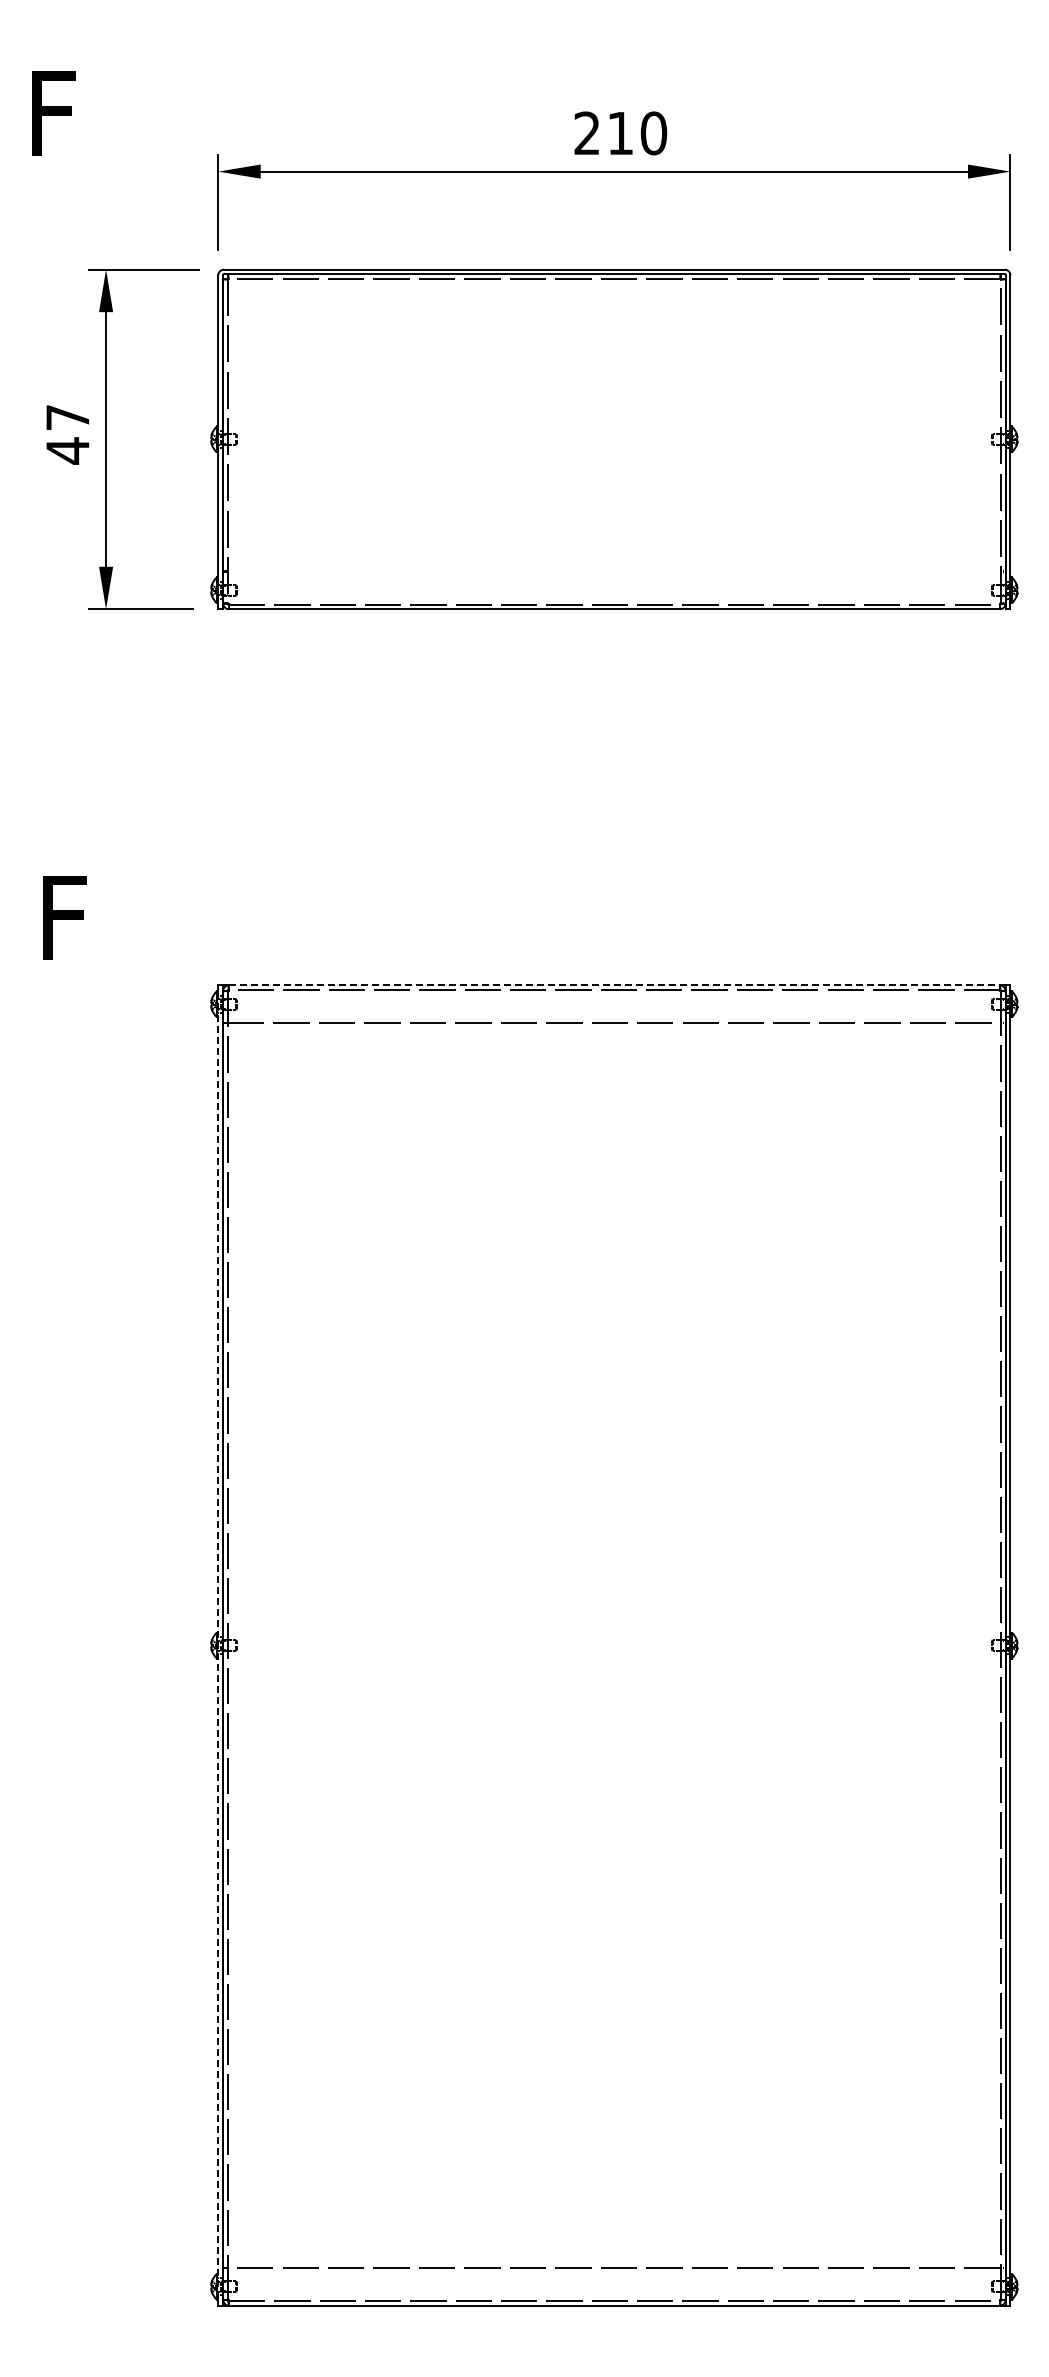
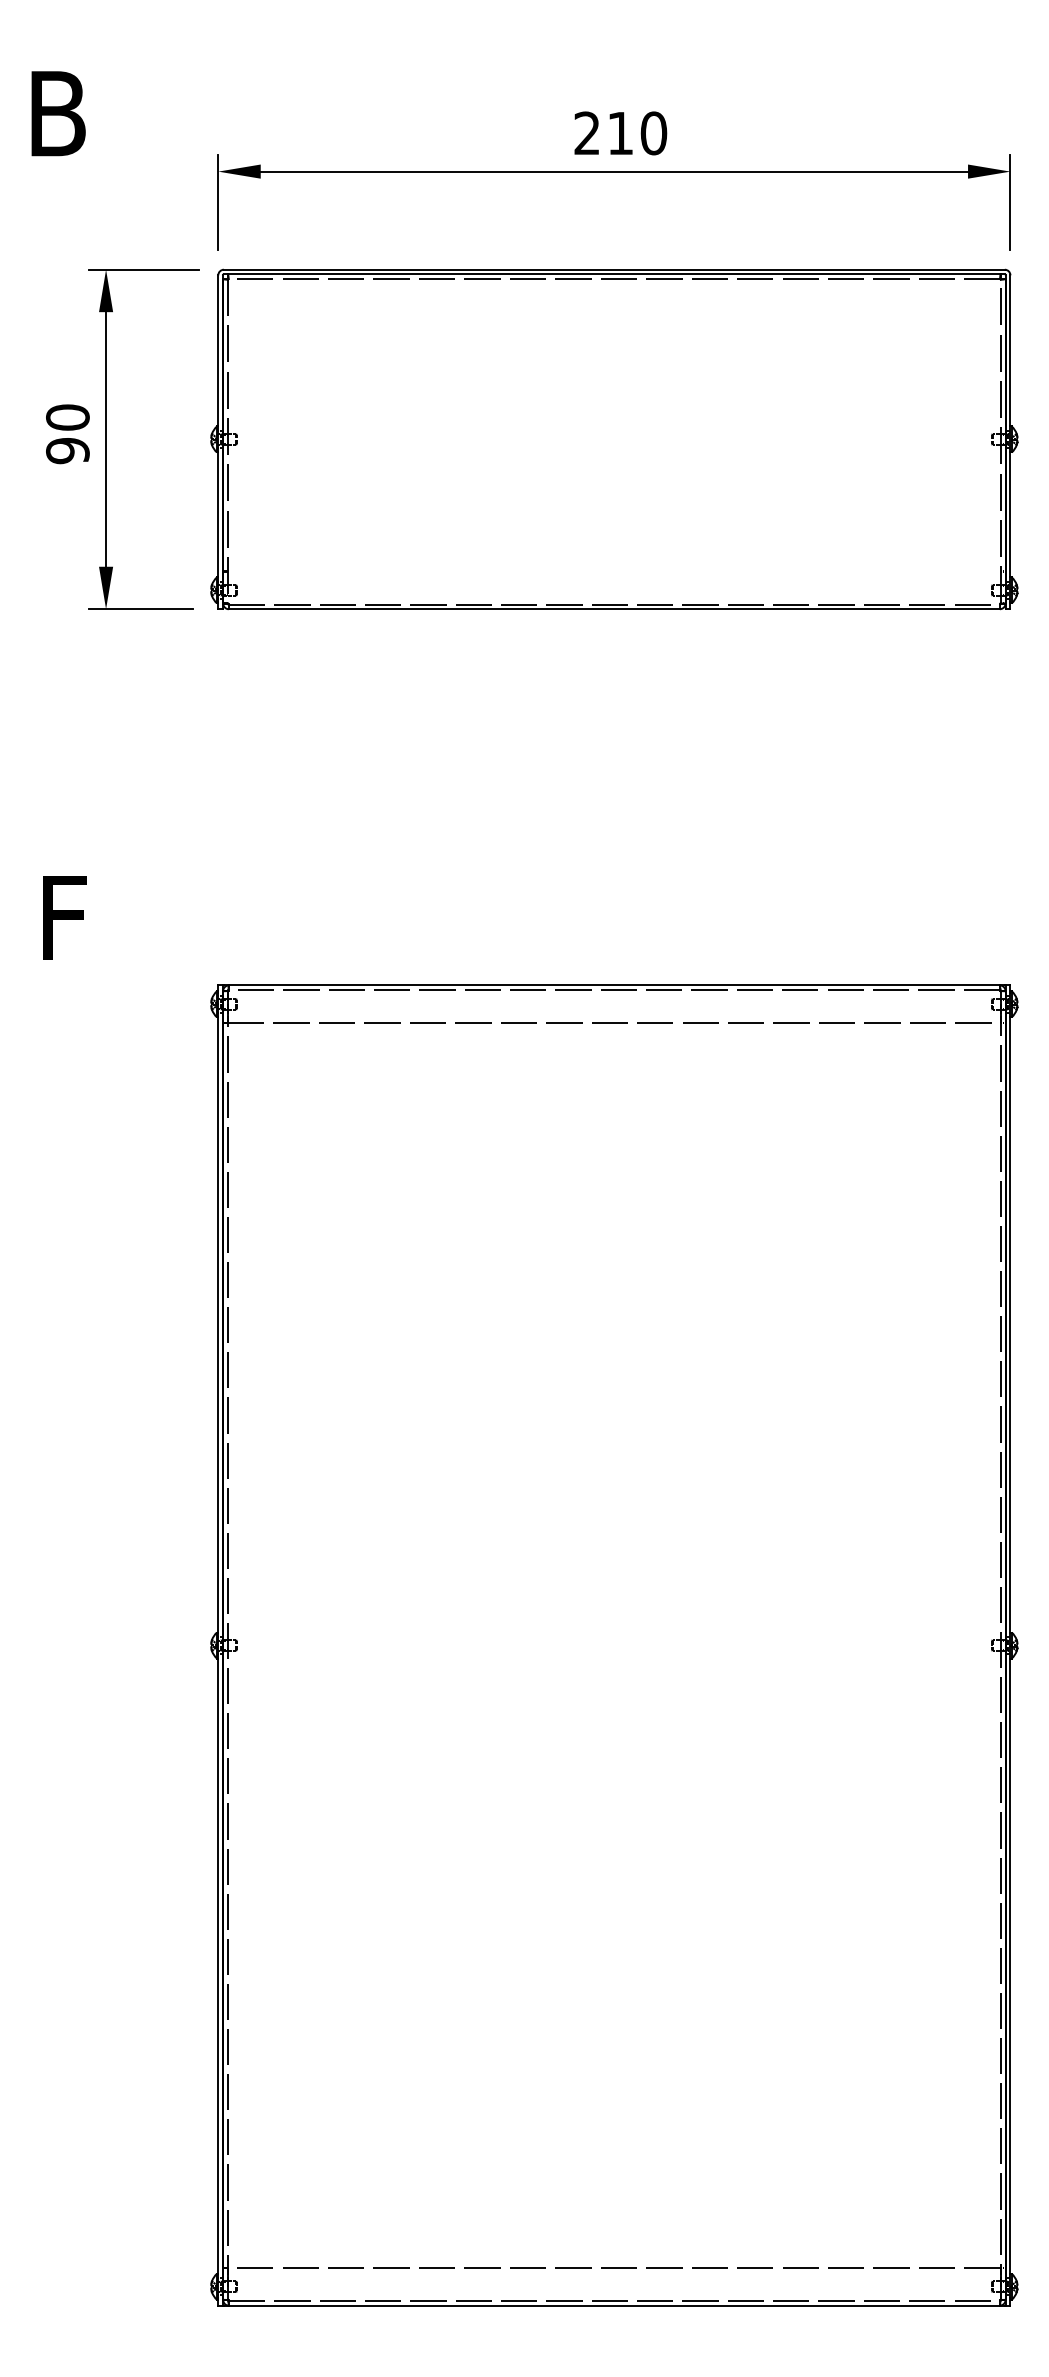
text at (58, 113): F -> B
text at (67, 434): 47 -> 90
line at (614, 985): dashed -> solid
line at (218, 1645): dashed -> solid
